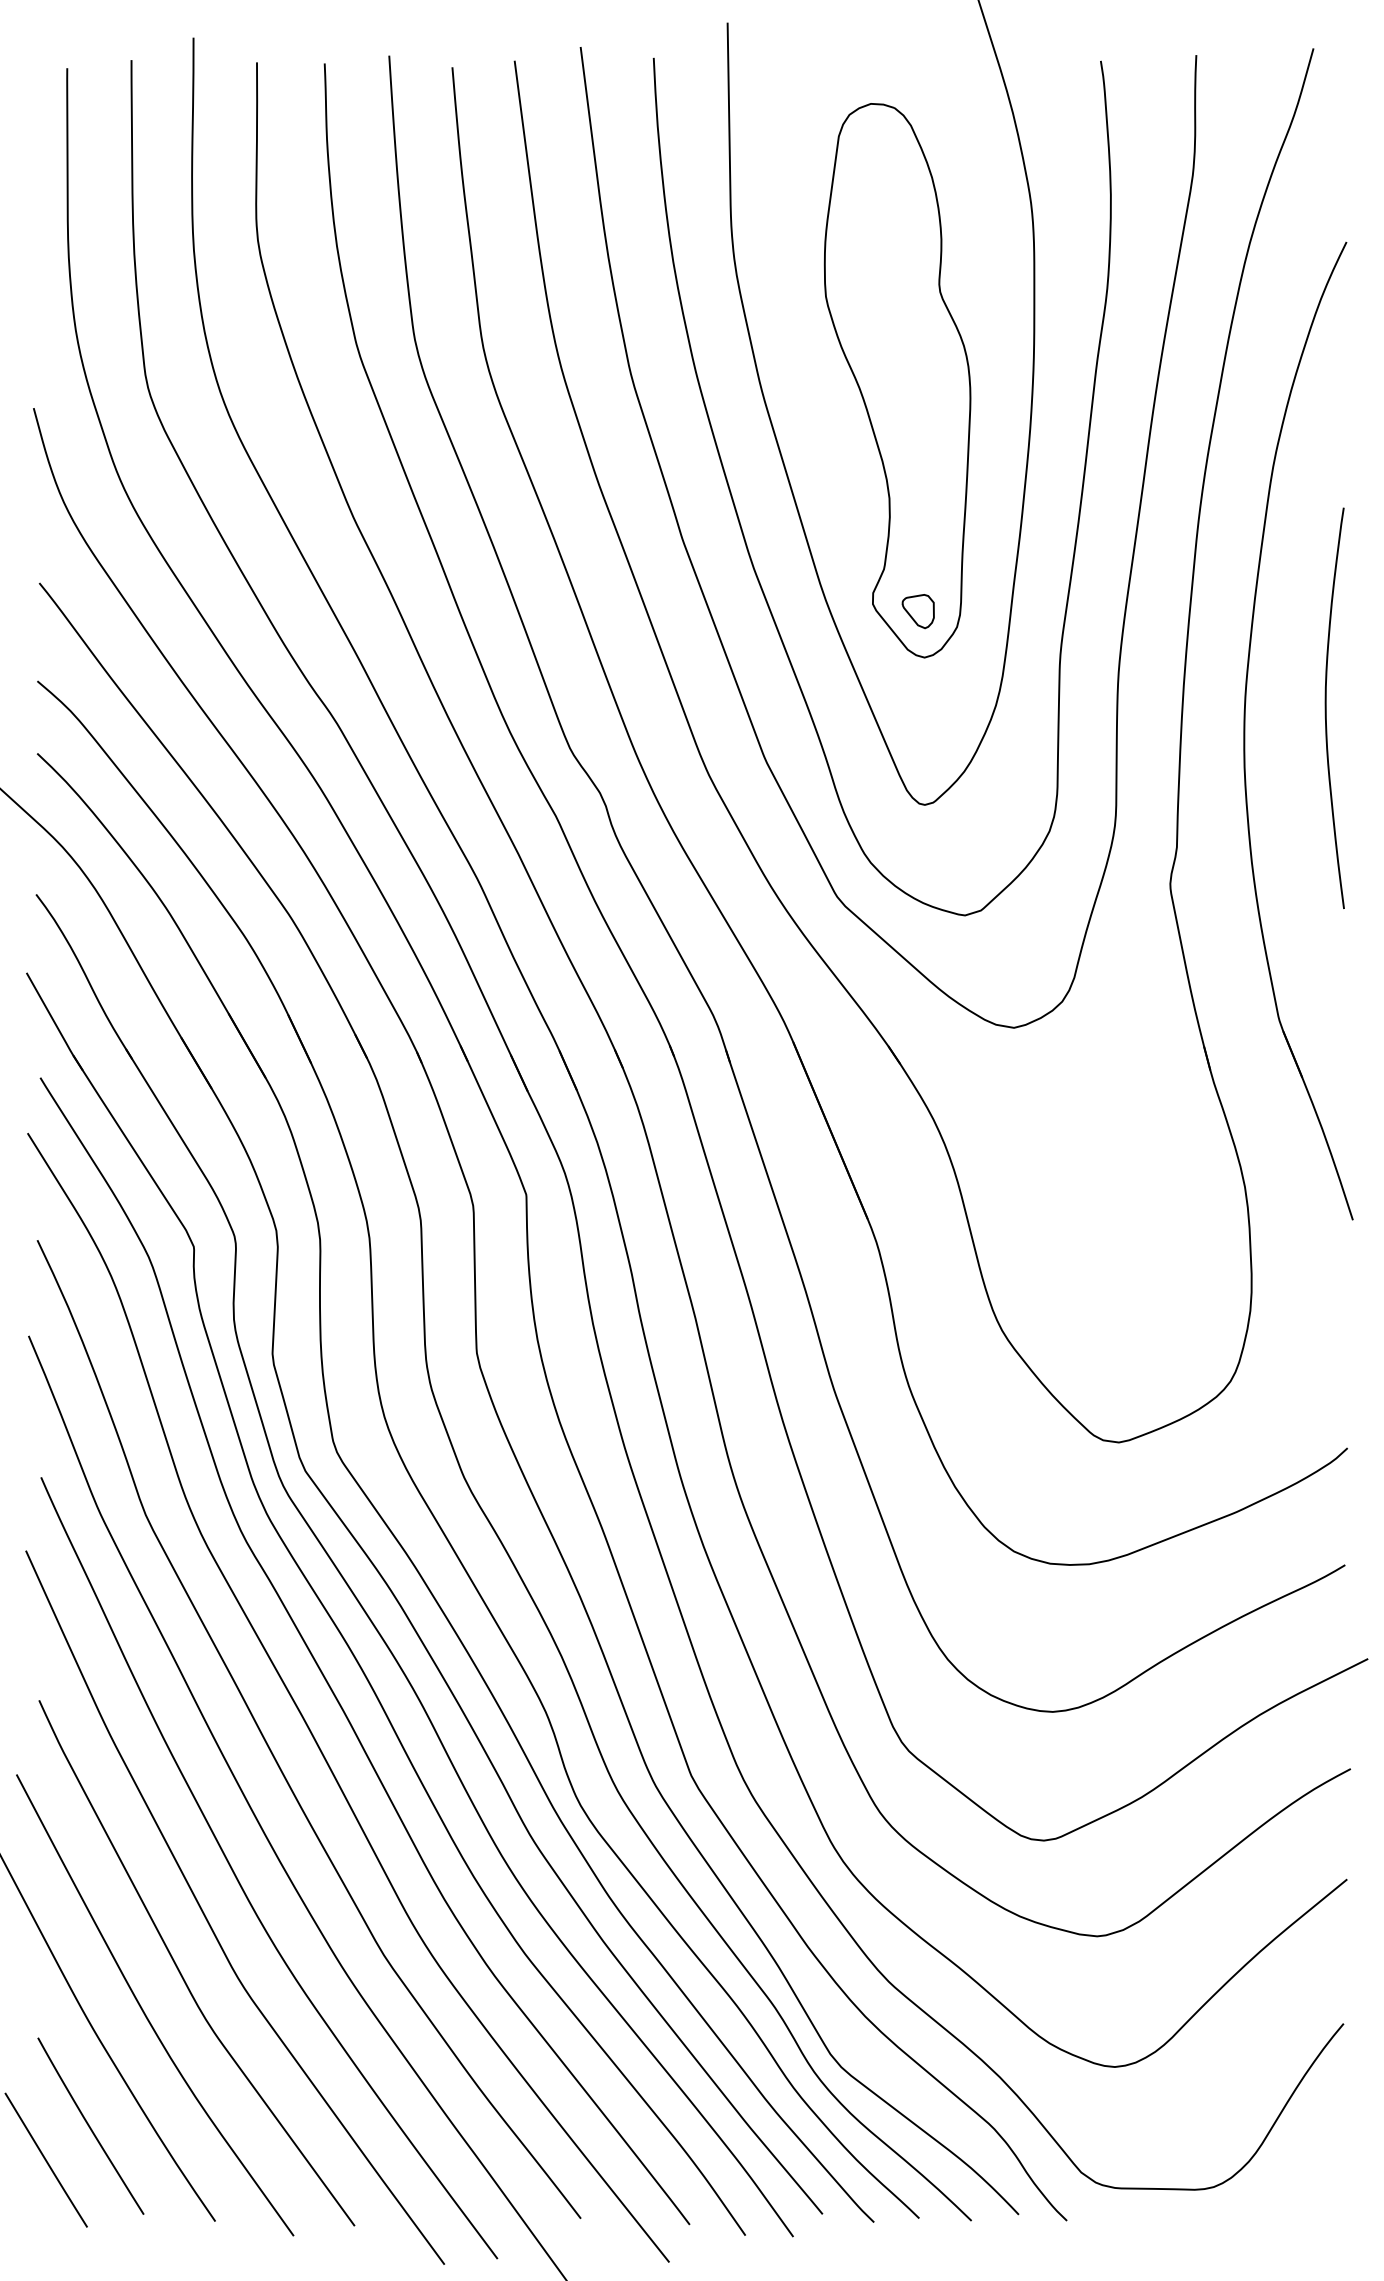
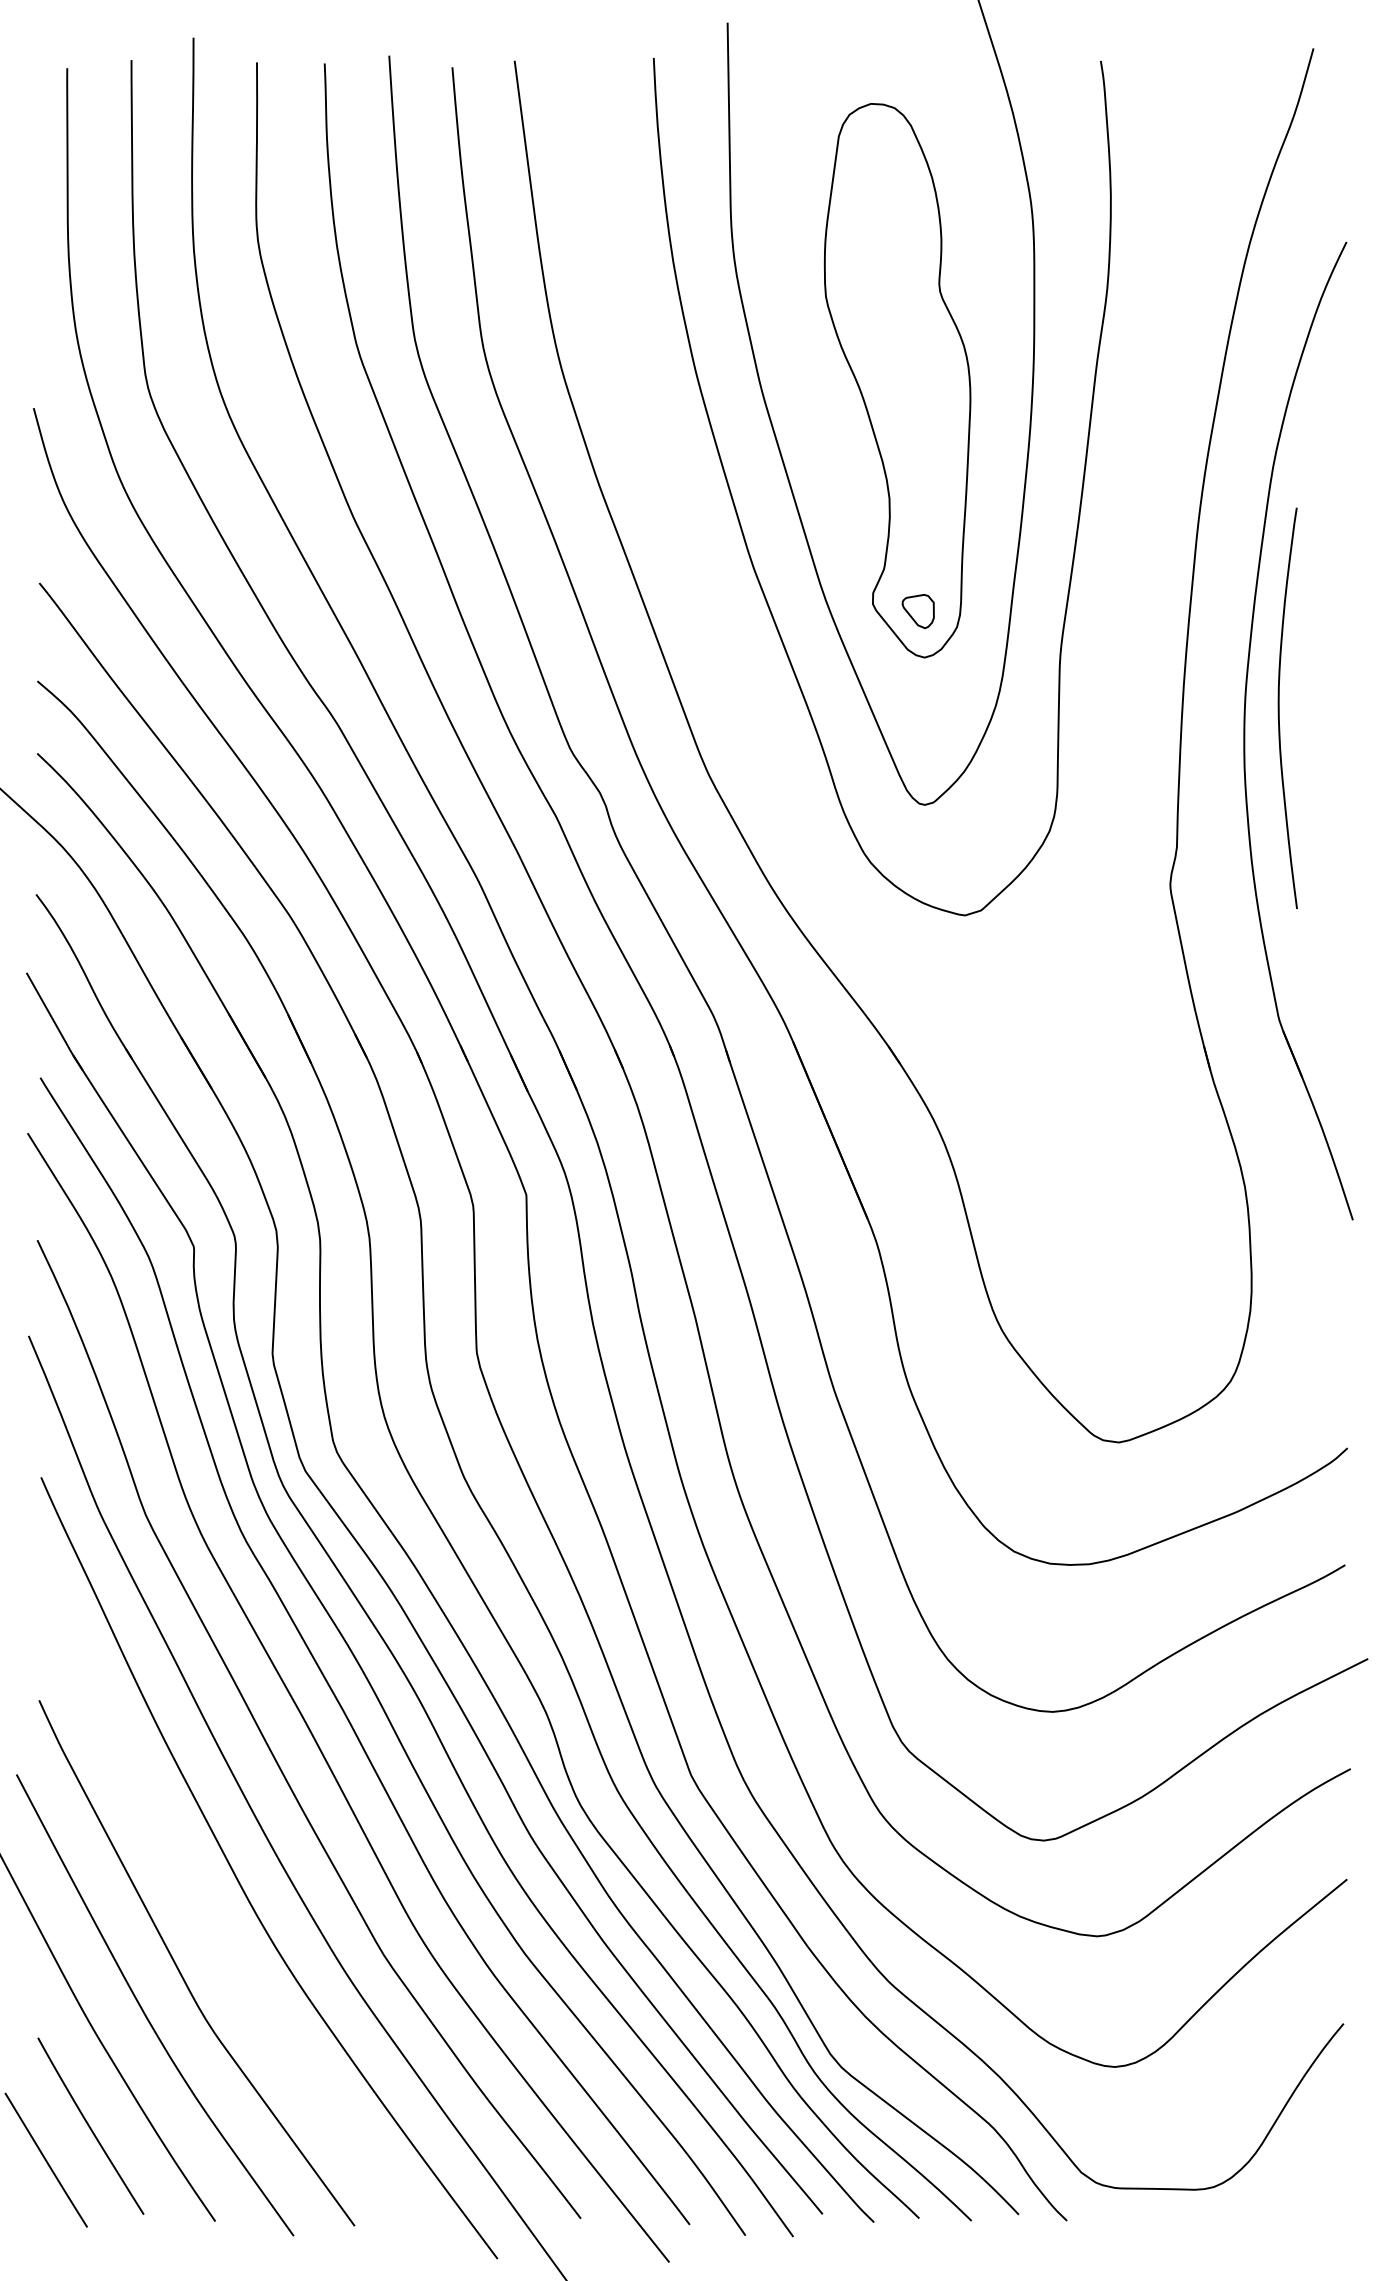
curve at (709, 607): present -> none
curve at (1326, 707) position: (1326, 707) -> (1279, 707)
curve at (208, 1920): present -> none
